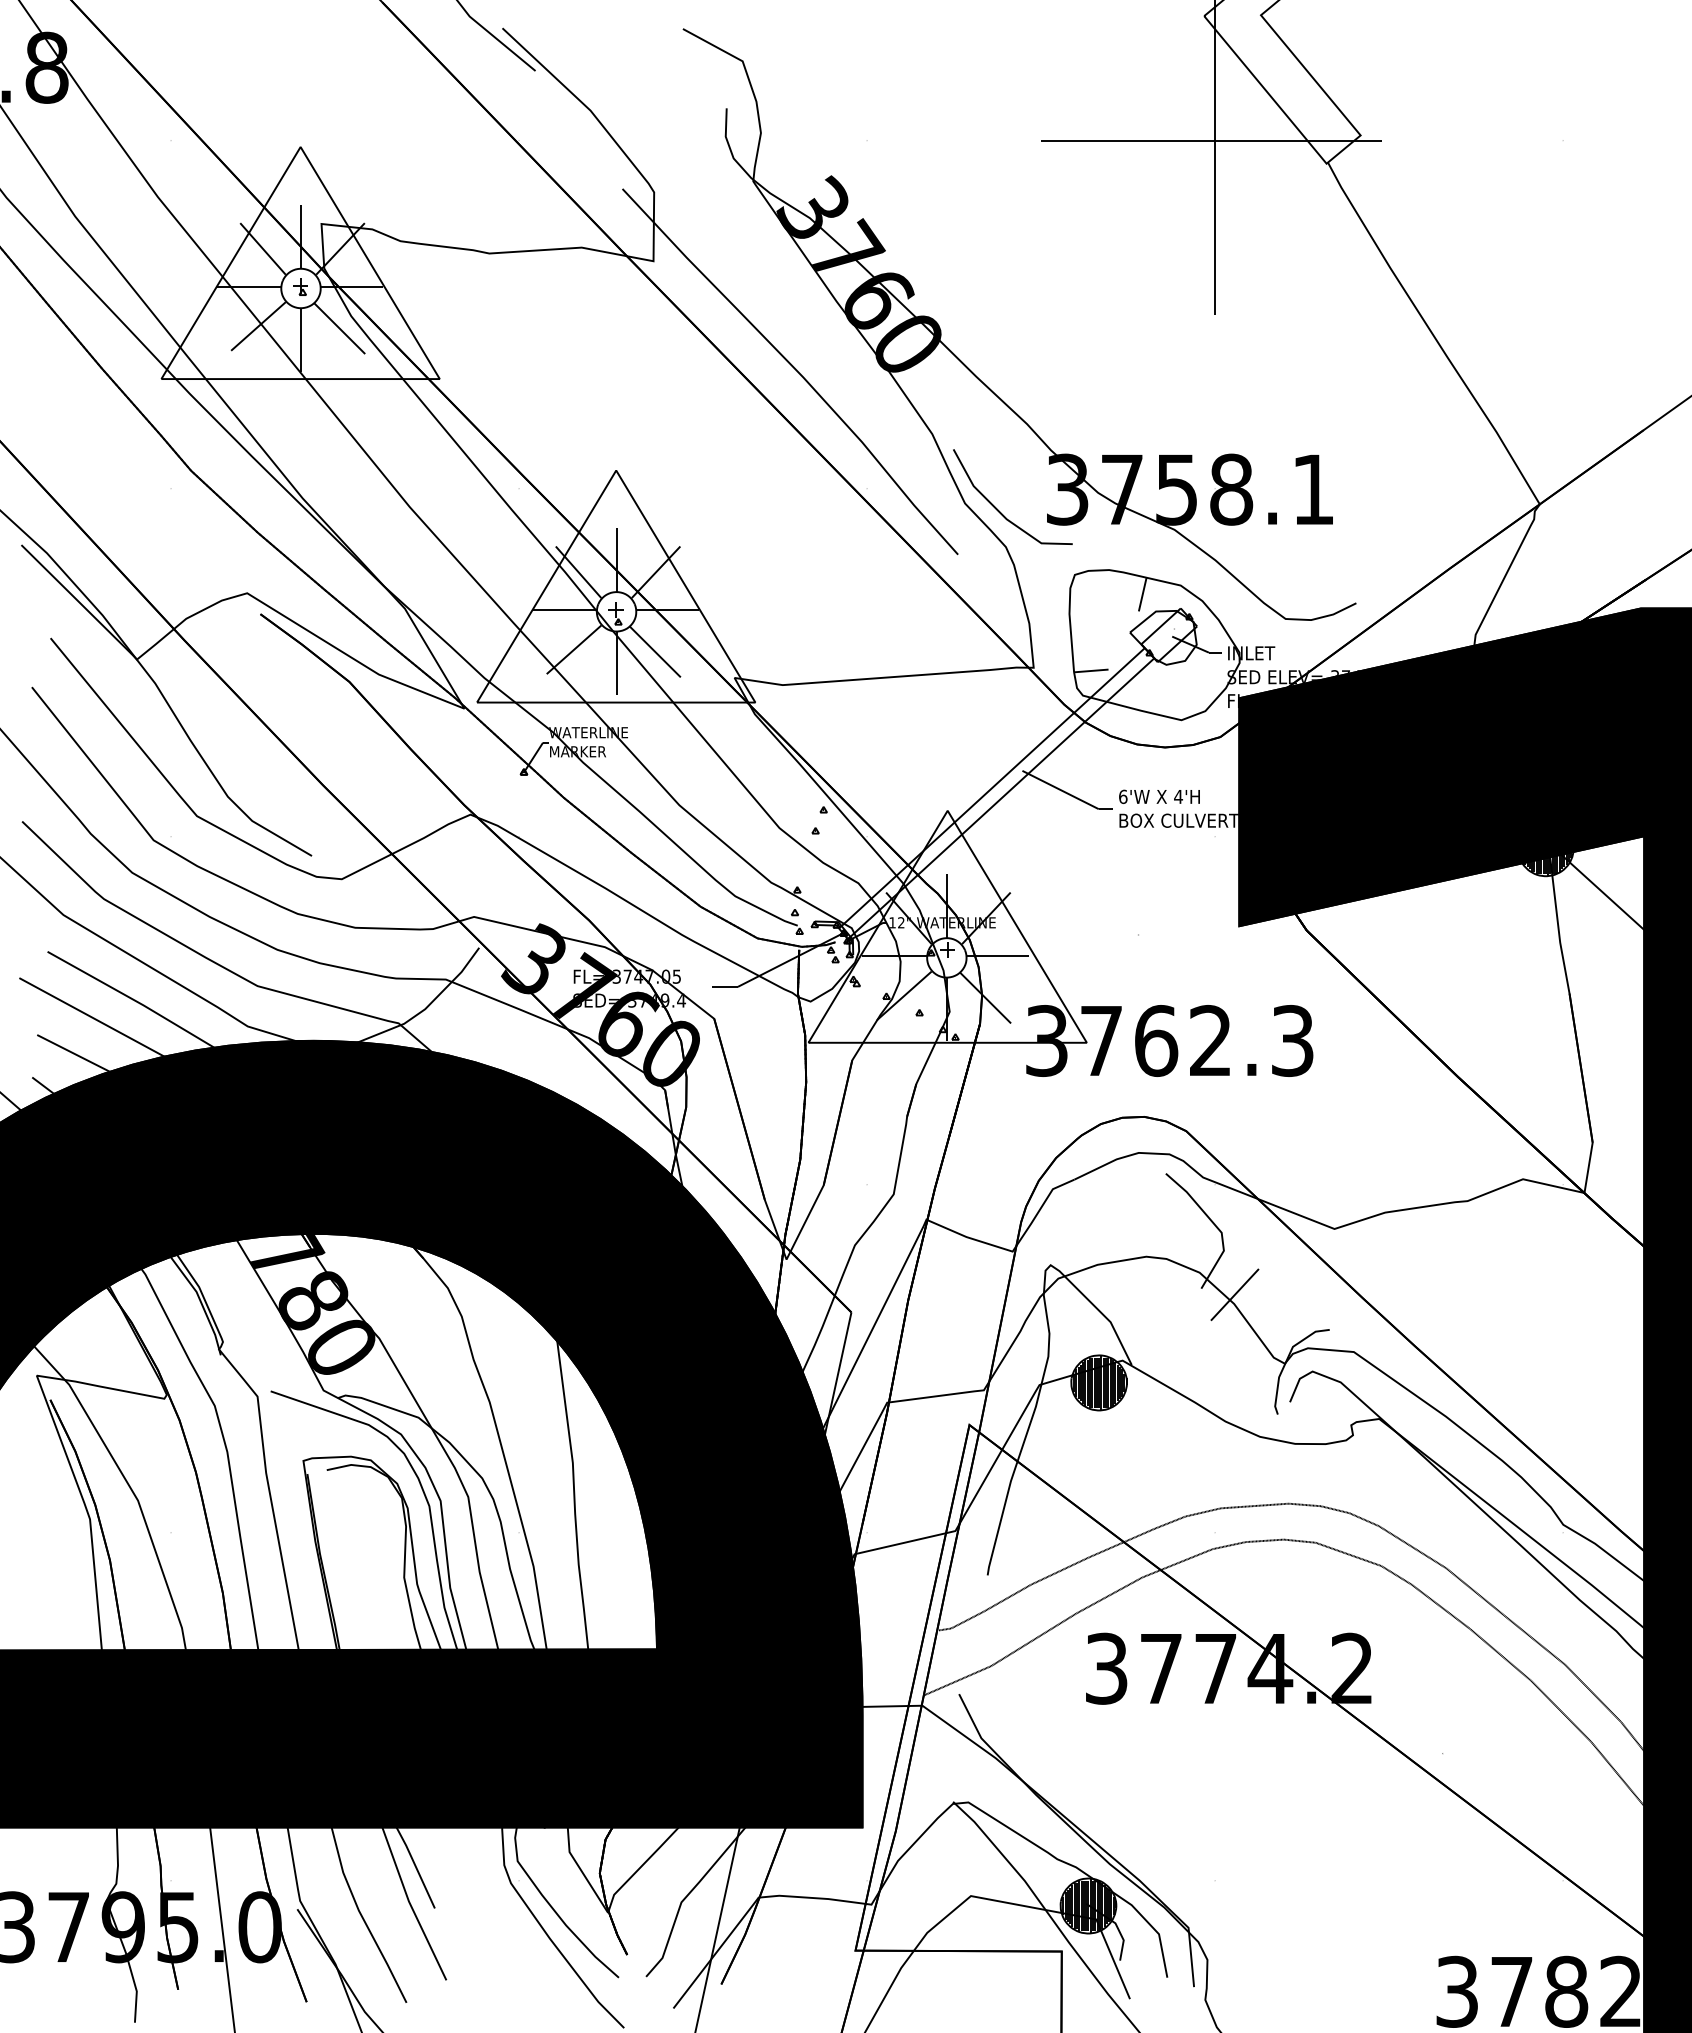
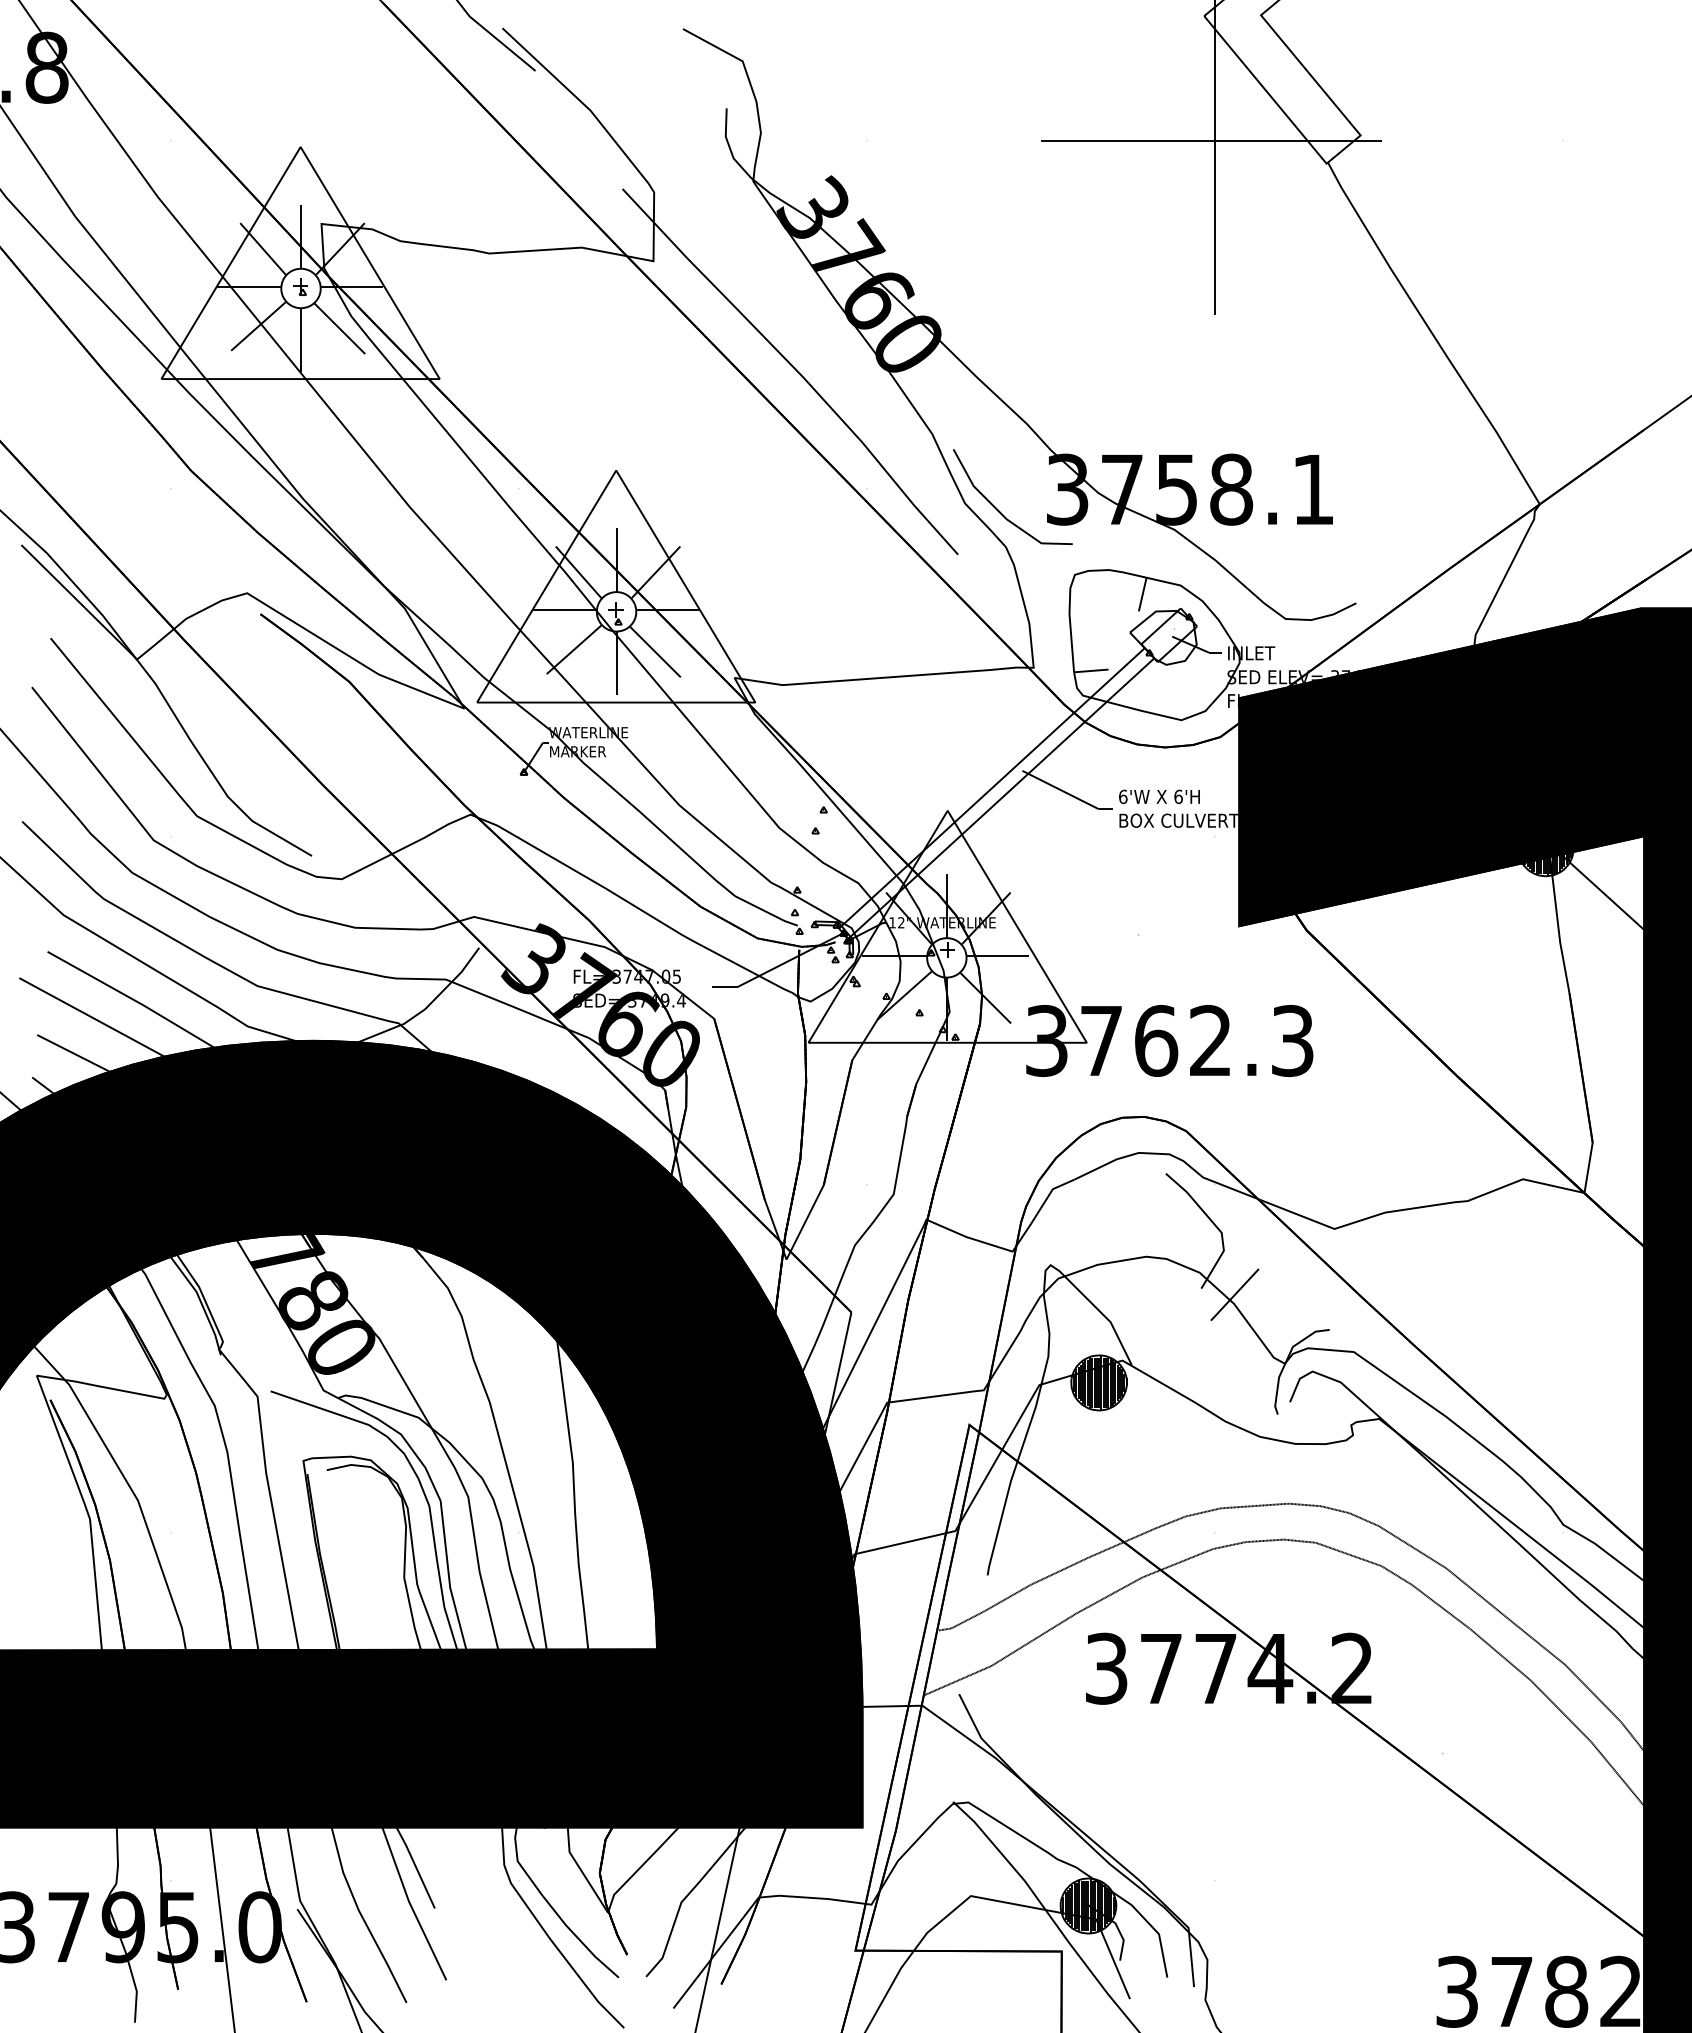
text at (1178, 796): 4'H -> 6'H
